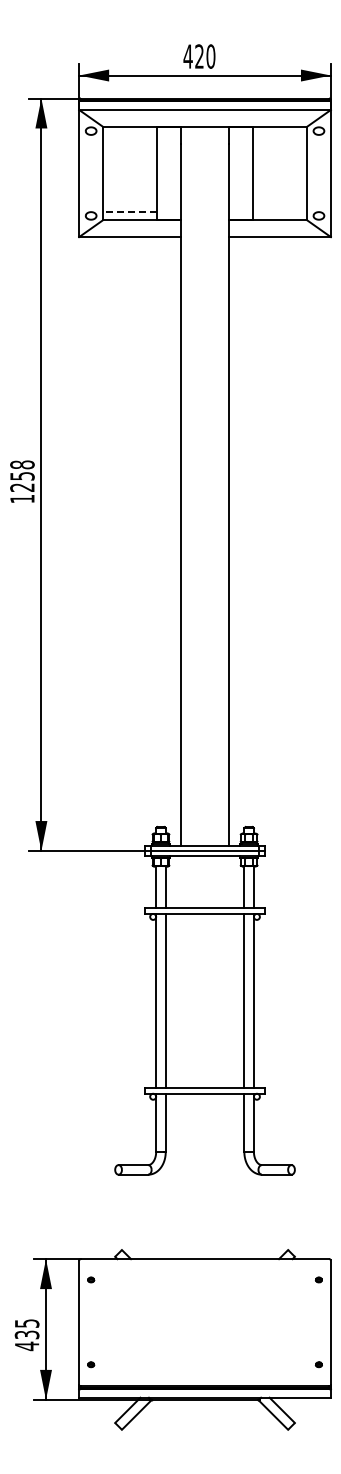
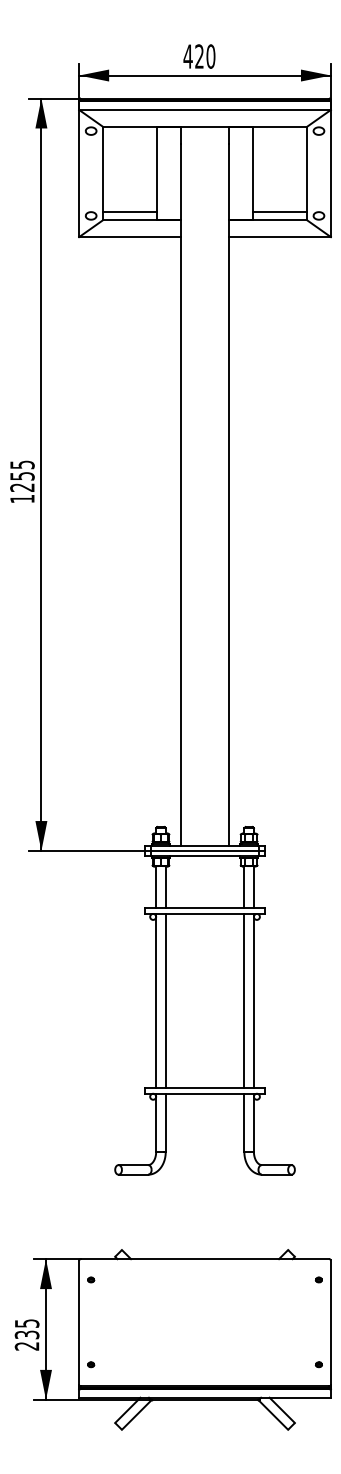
line at (130, 211): dashed -> solid
line at (279, 211): none -> present
text at (22, 464): 1258 -> 1255
text at (26, 1346): 435 -> 235
